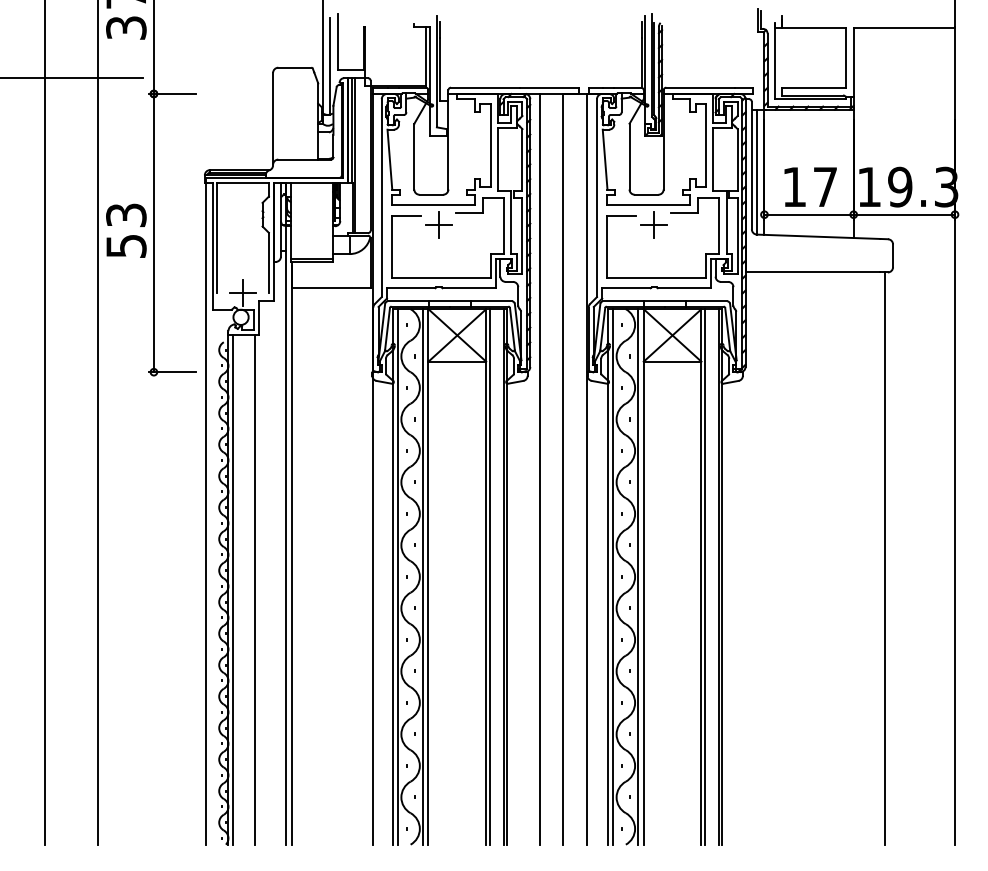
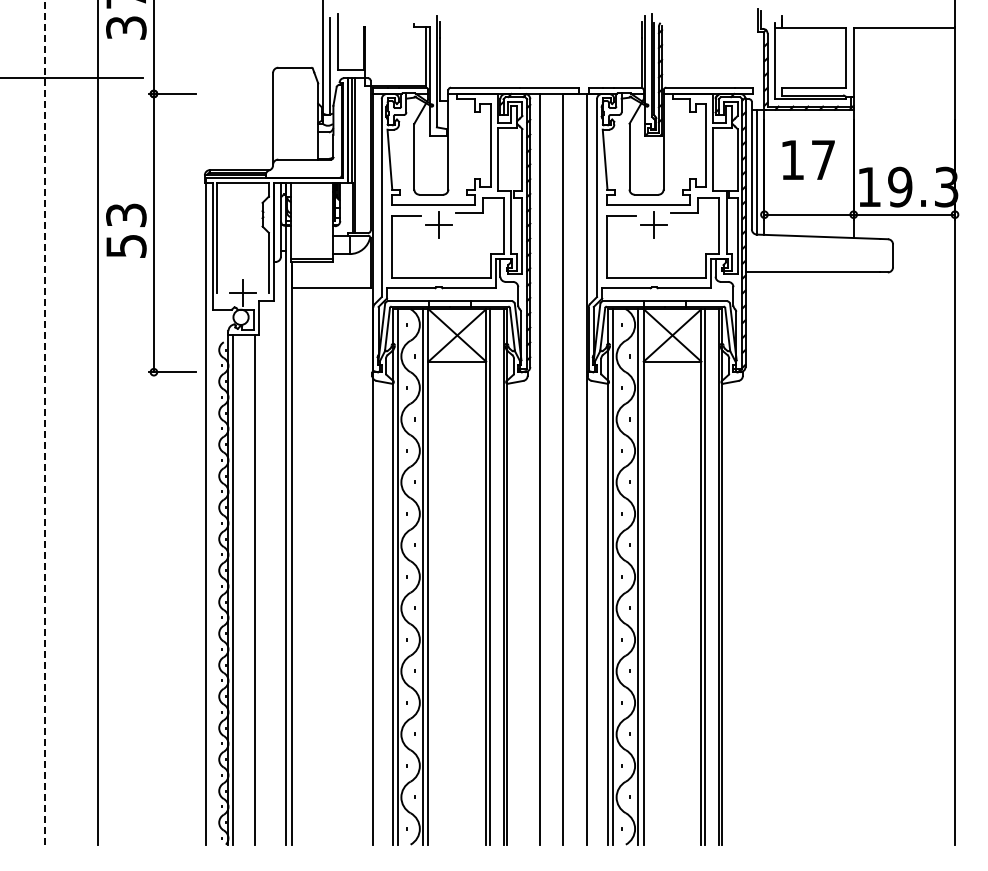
text at (810, 186) position: (810, 186) -> (808, 159)
line at (45, 423): solid -> dashed
line at (885, 558): present -> none
